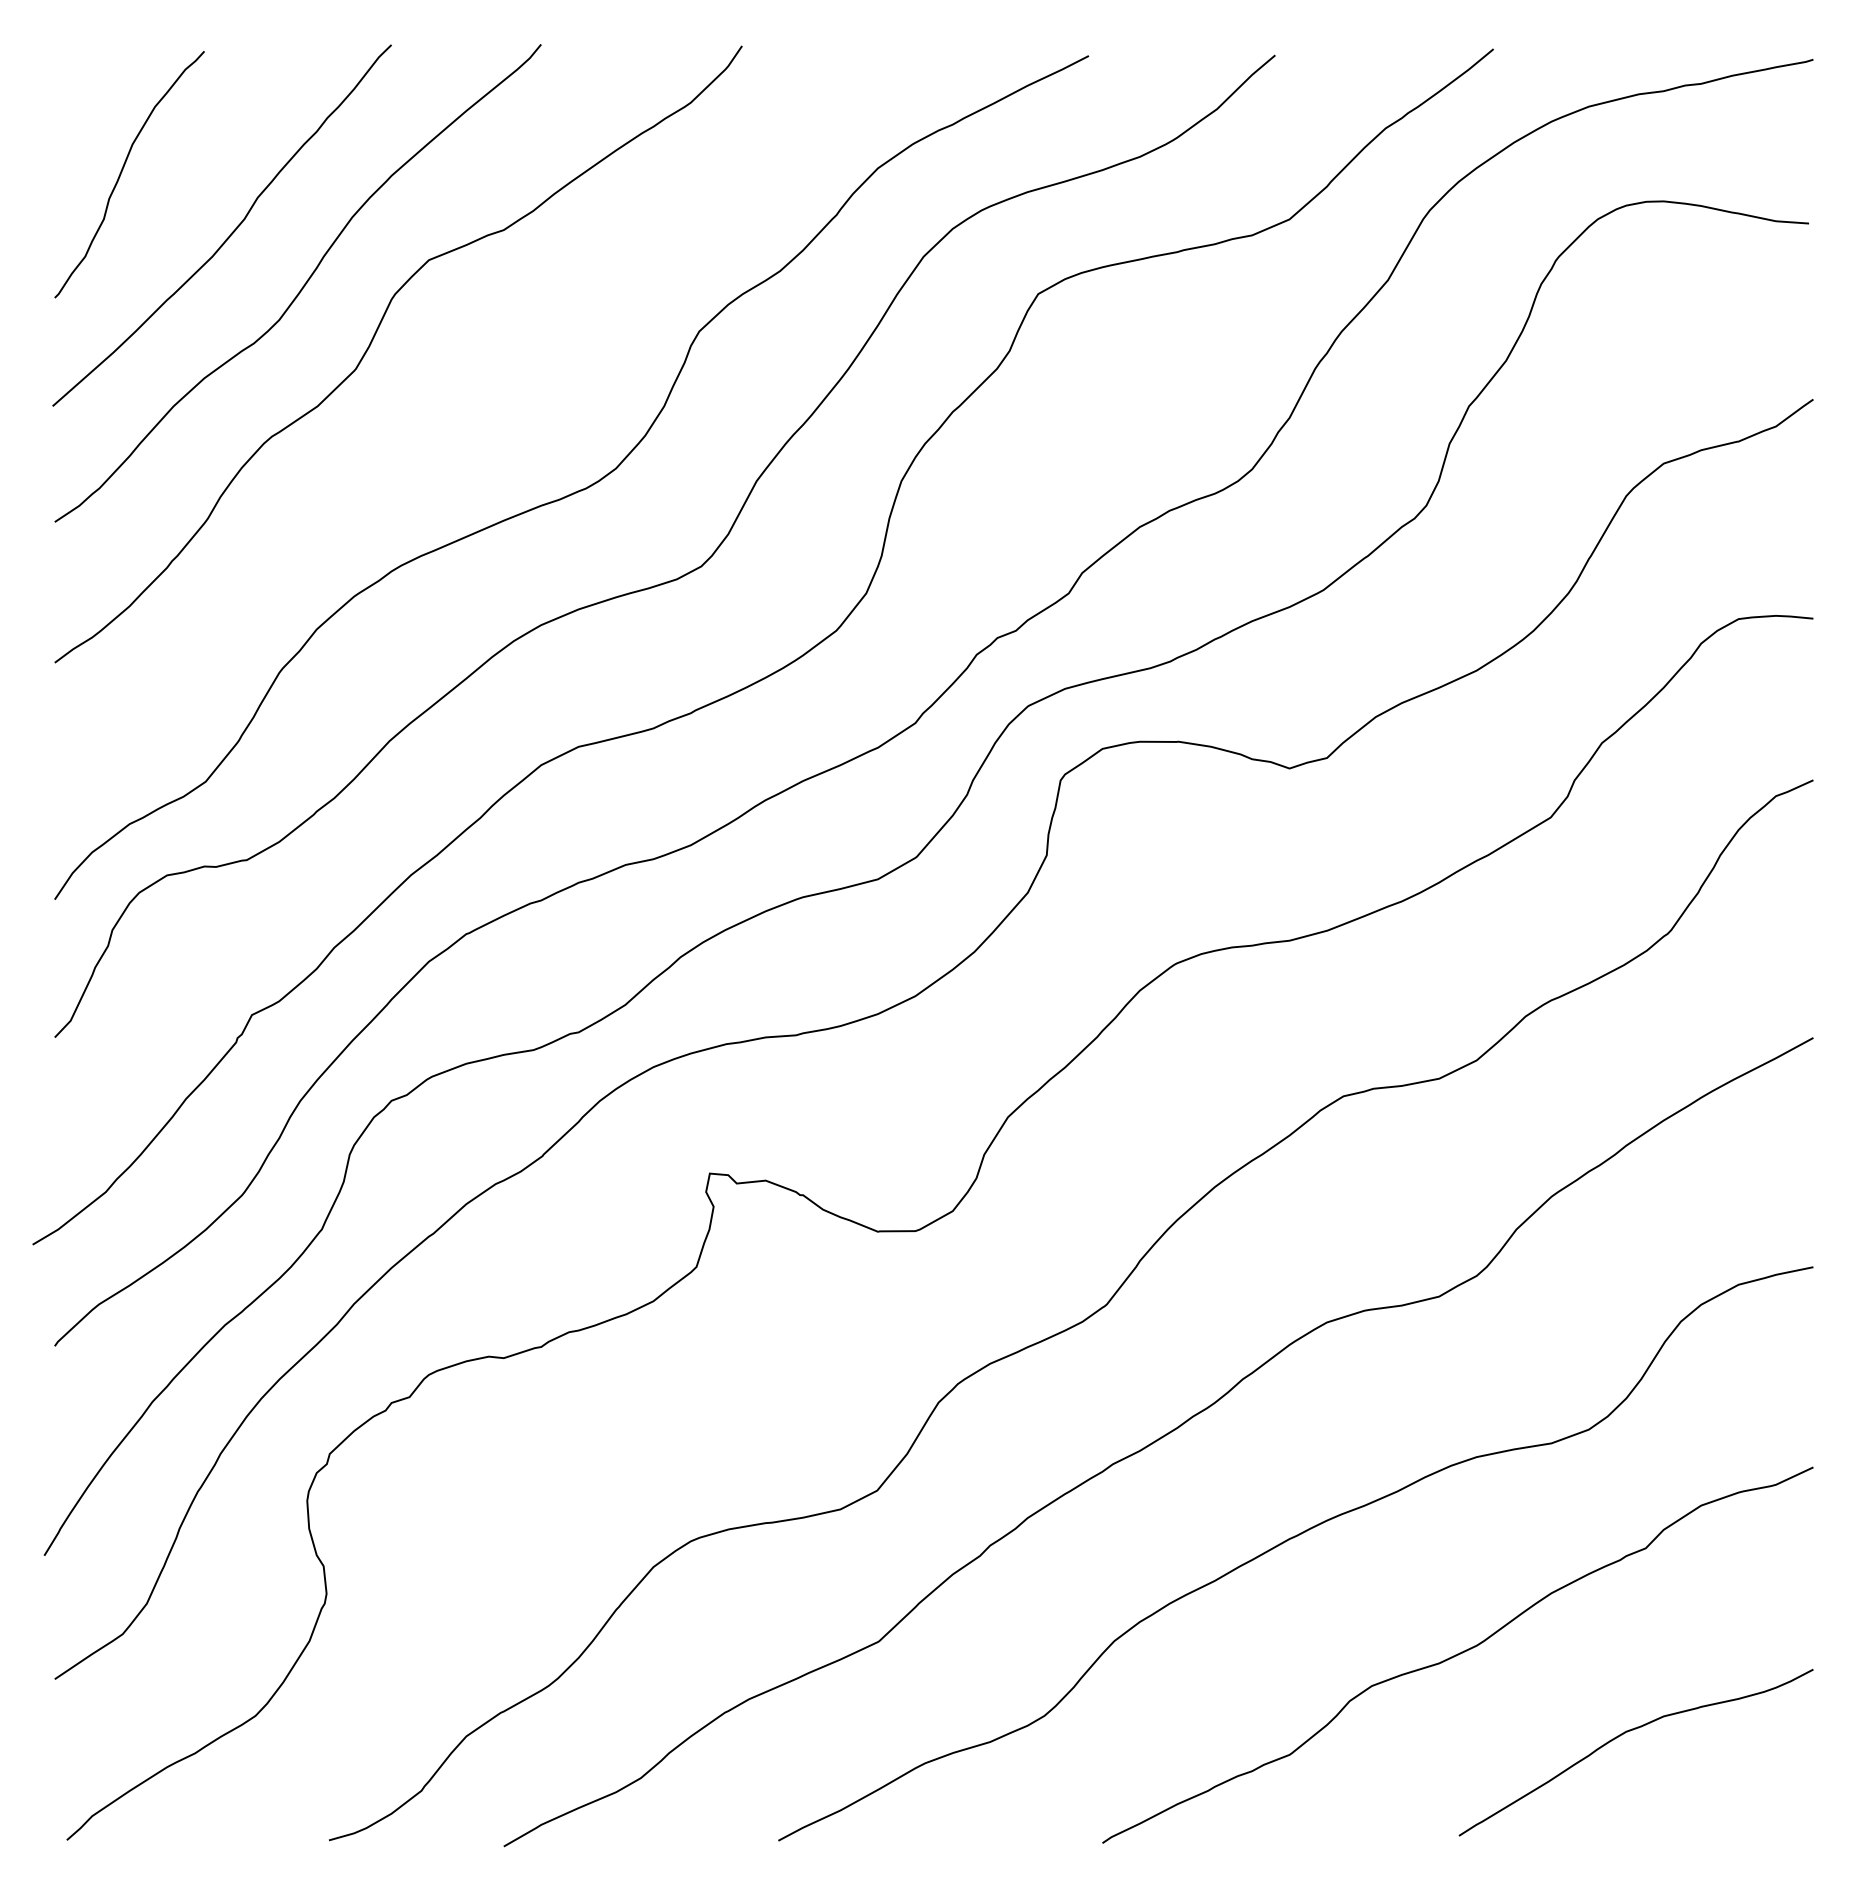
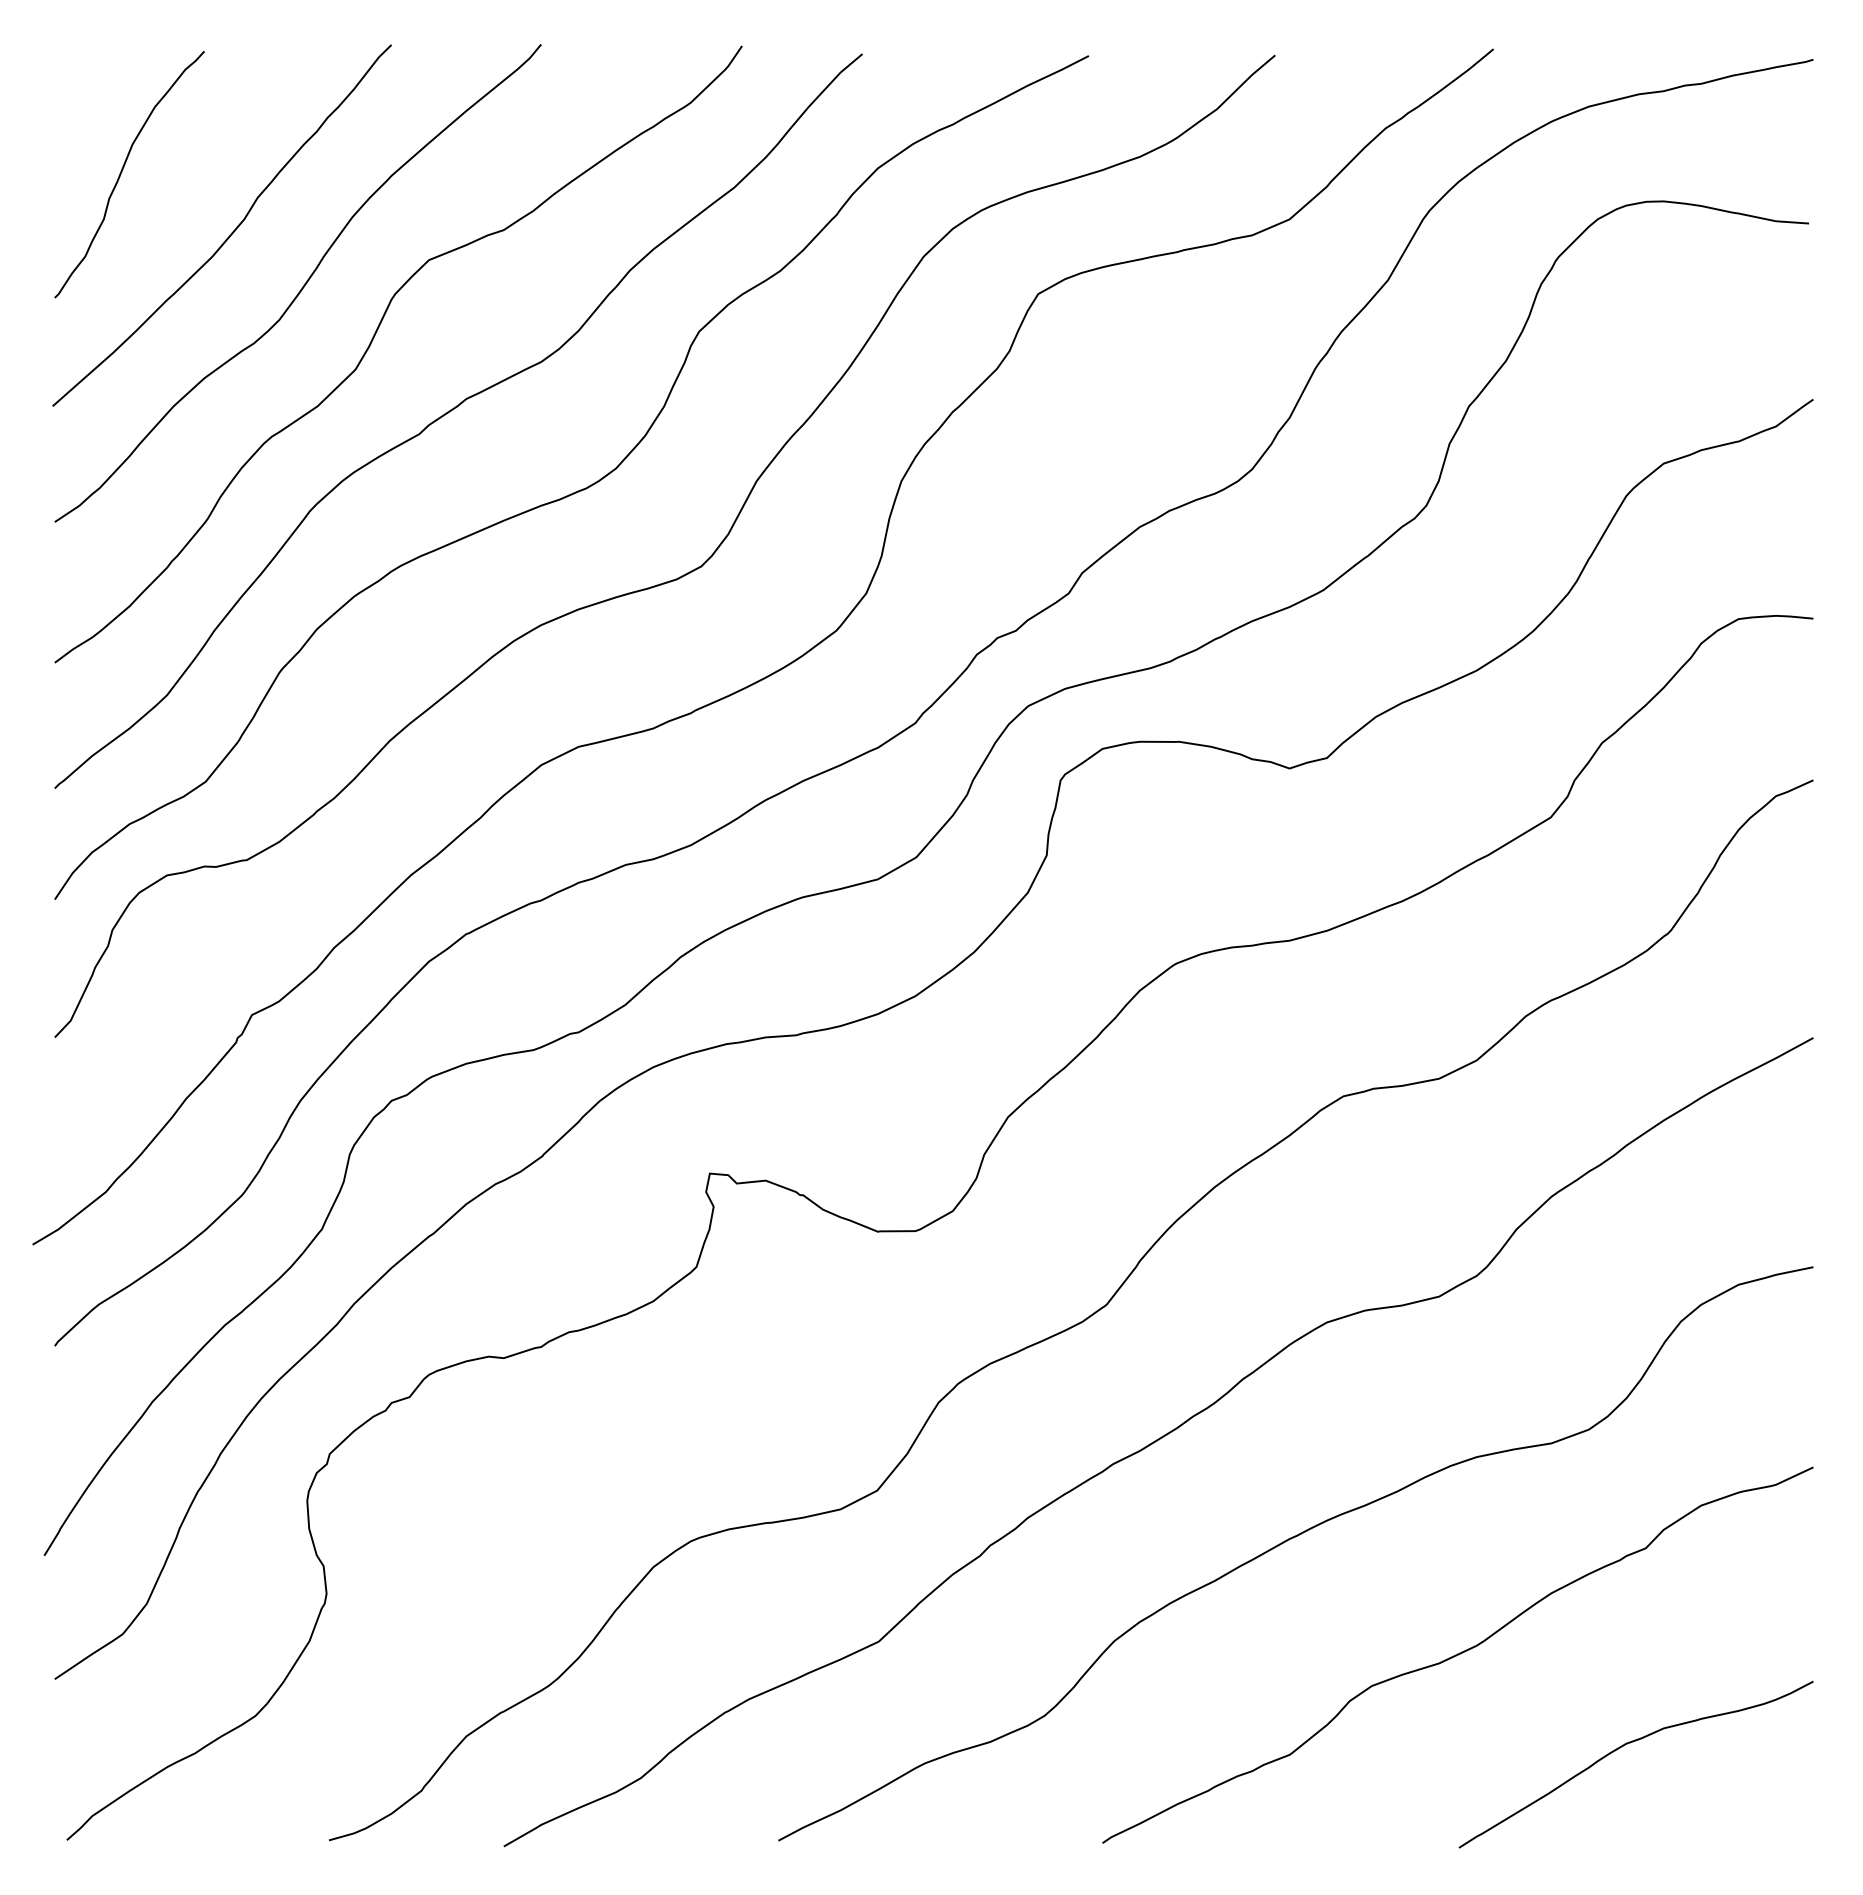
curve at (451, 411): none -> present
curve at (1622, 1735) position: (1622, 1735) -> (1622, 1747)
